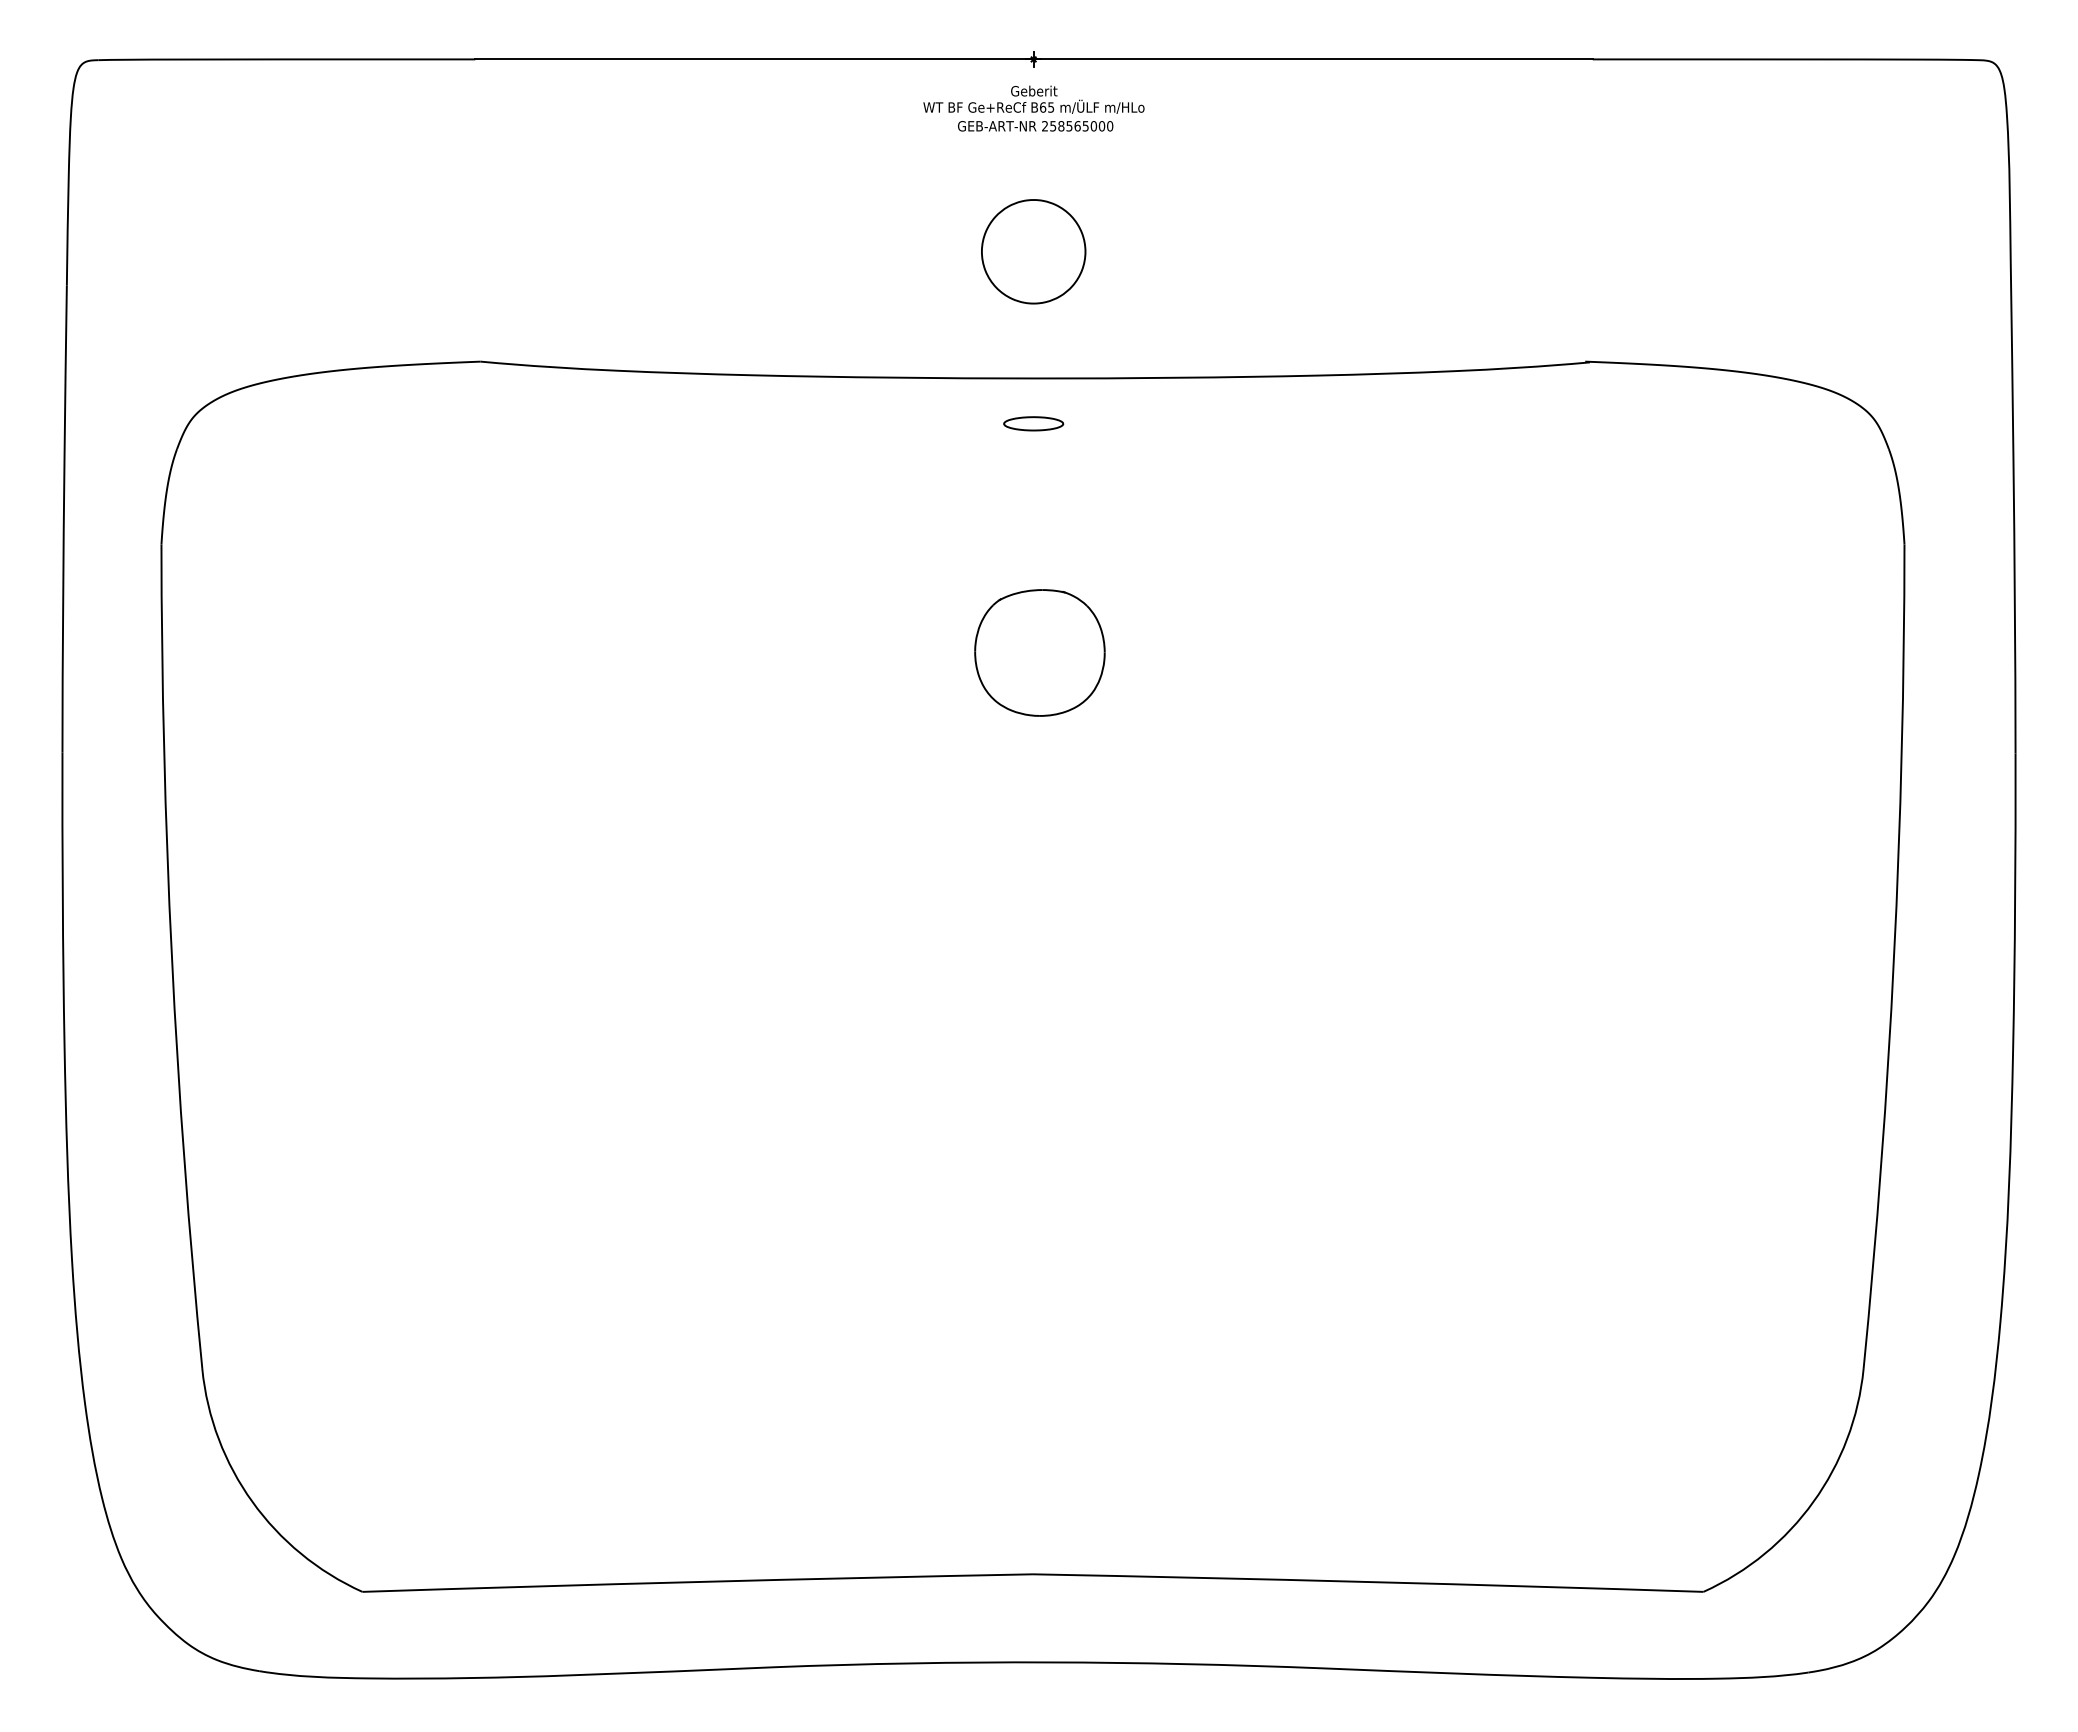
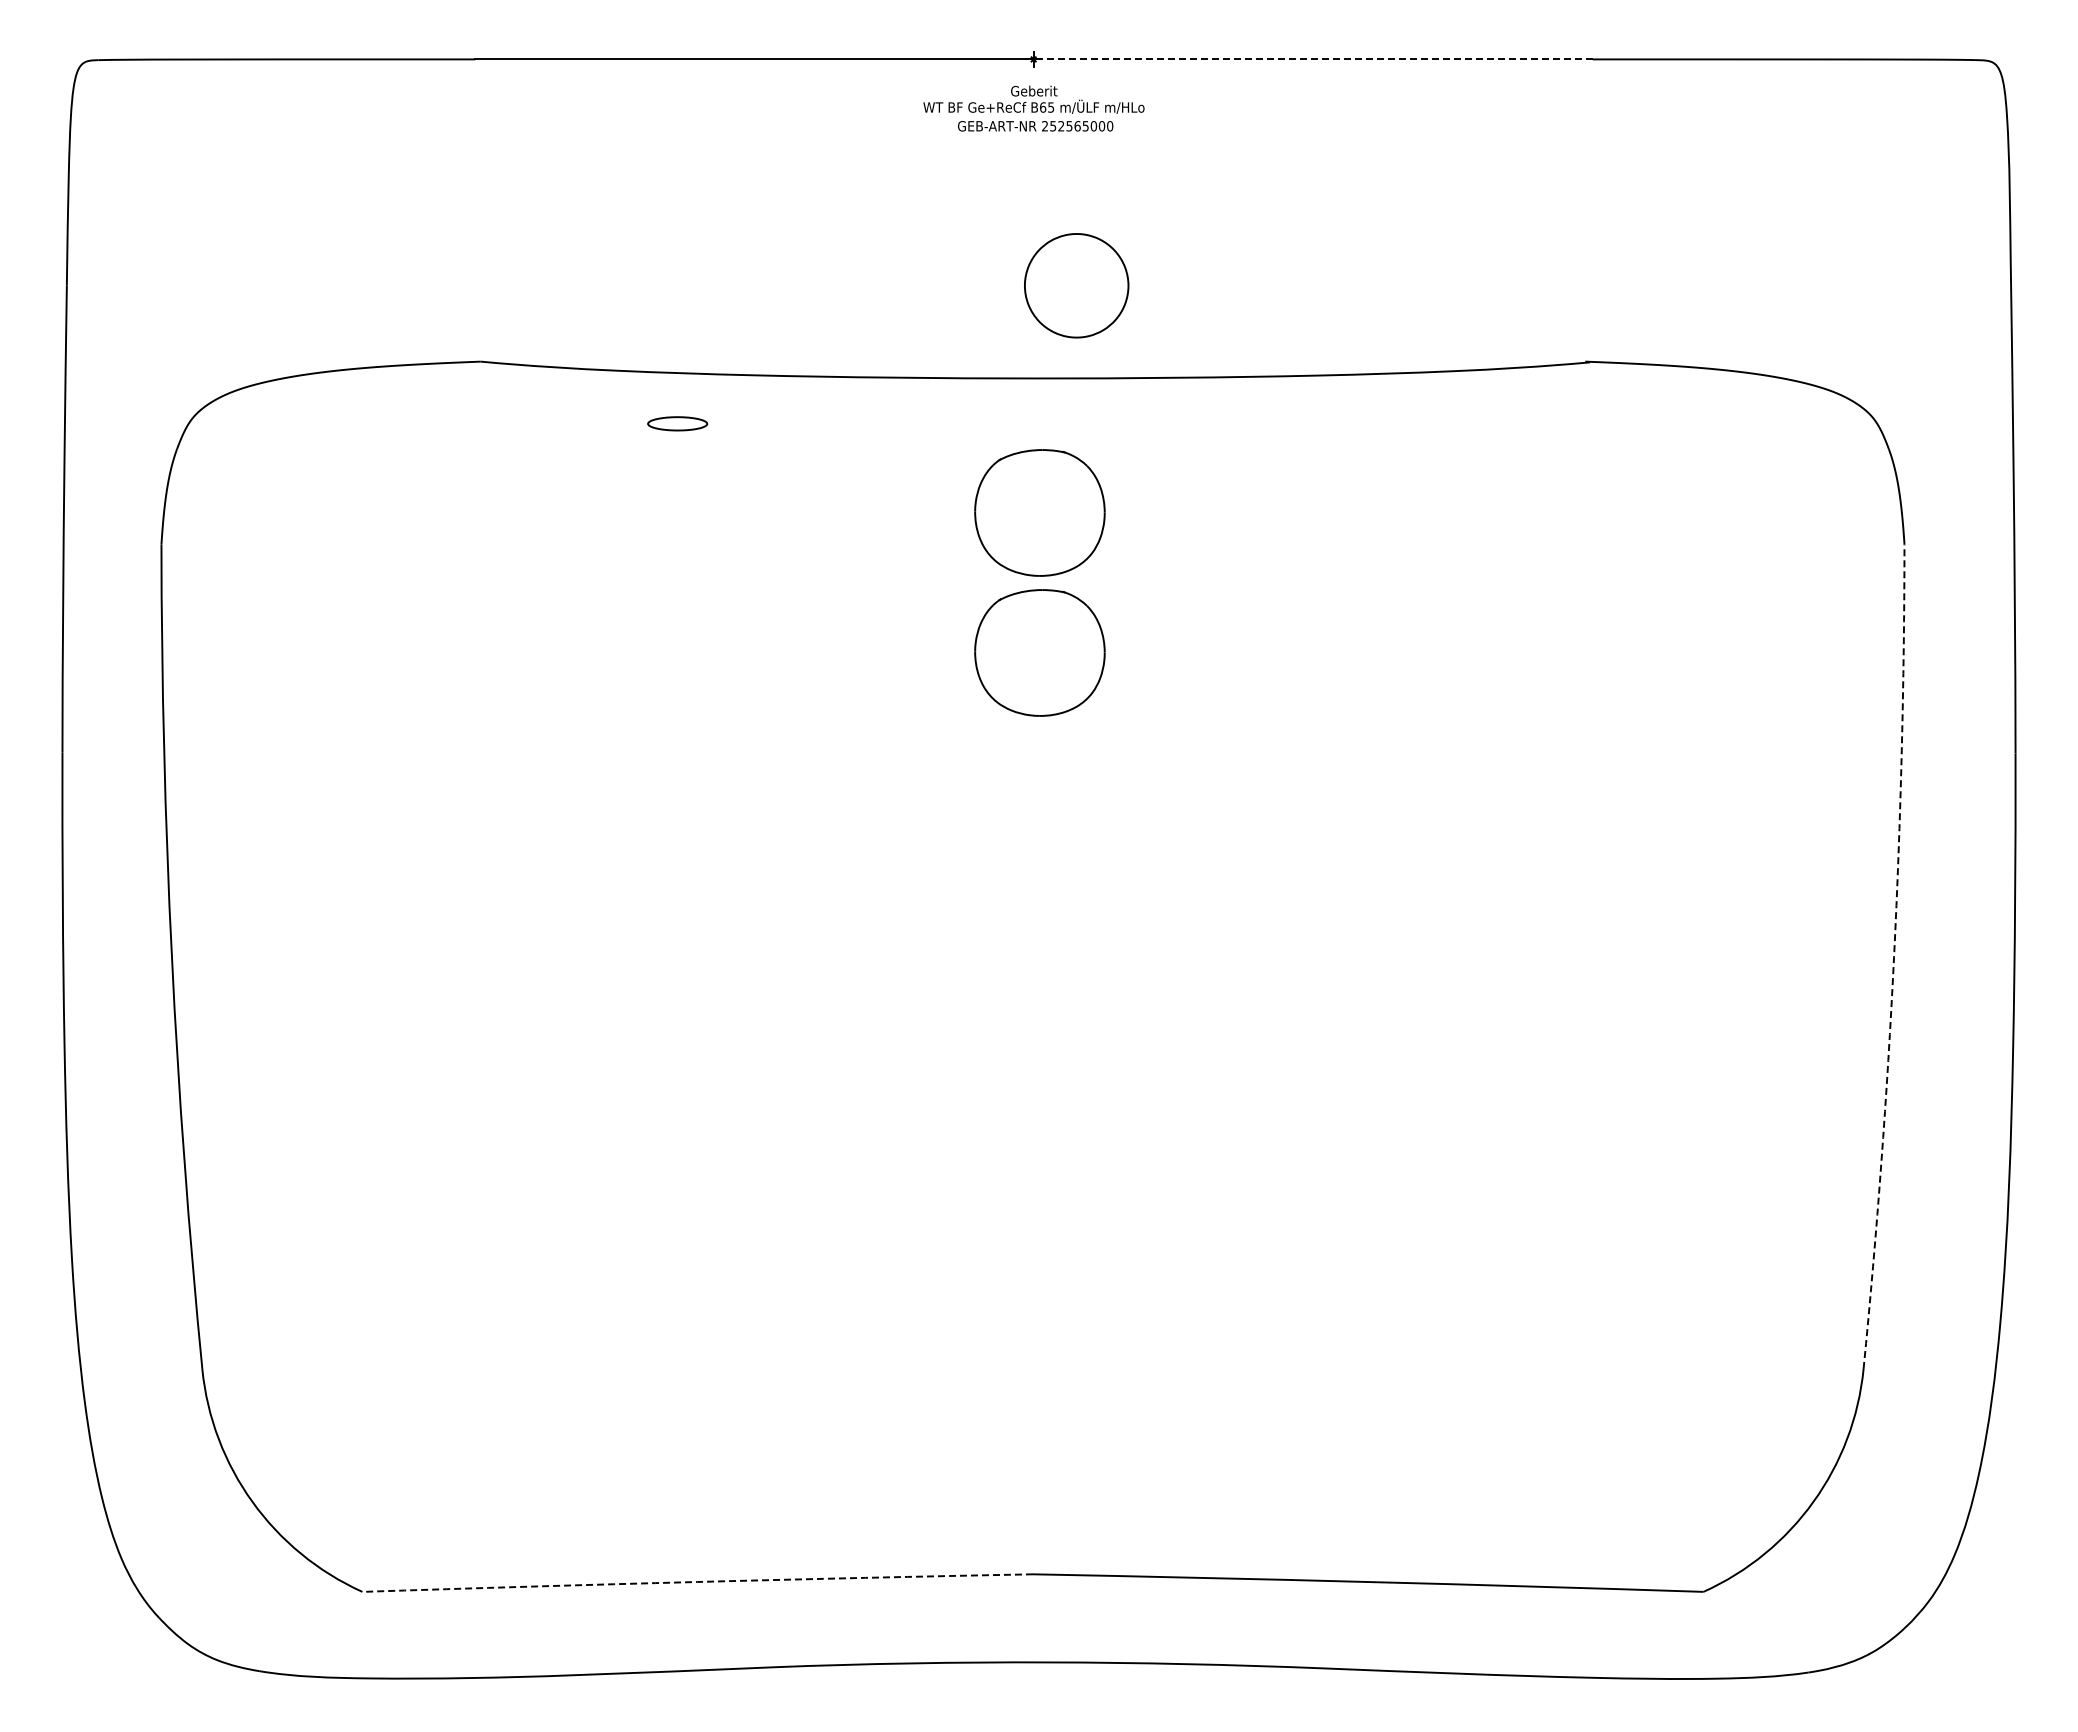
line at (1312, 59): solid -> dashed
text at (1061, 126): 258565000 -> 252565000
part at (1033, 251) position: (1033, 251) -> (1076, 285)
part at (1033, 423) position: (1033, 423) -> (677, 423)
part at (1039, 512): none -> present
arc at (1894, 957): solid -> dashed
arc at (697, 1581): solid -> dashed
